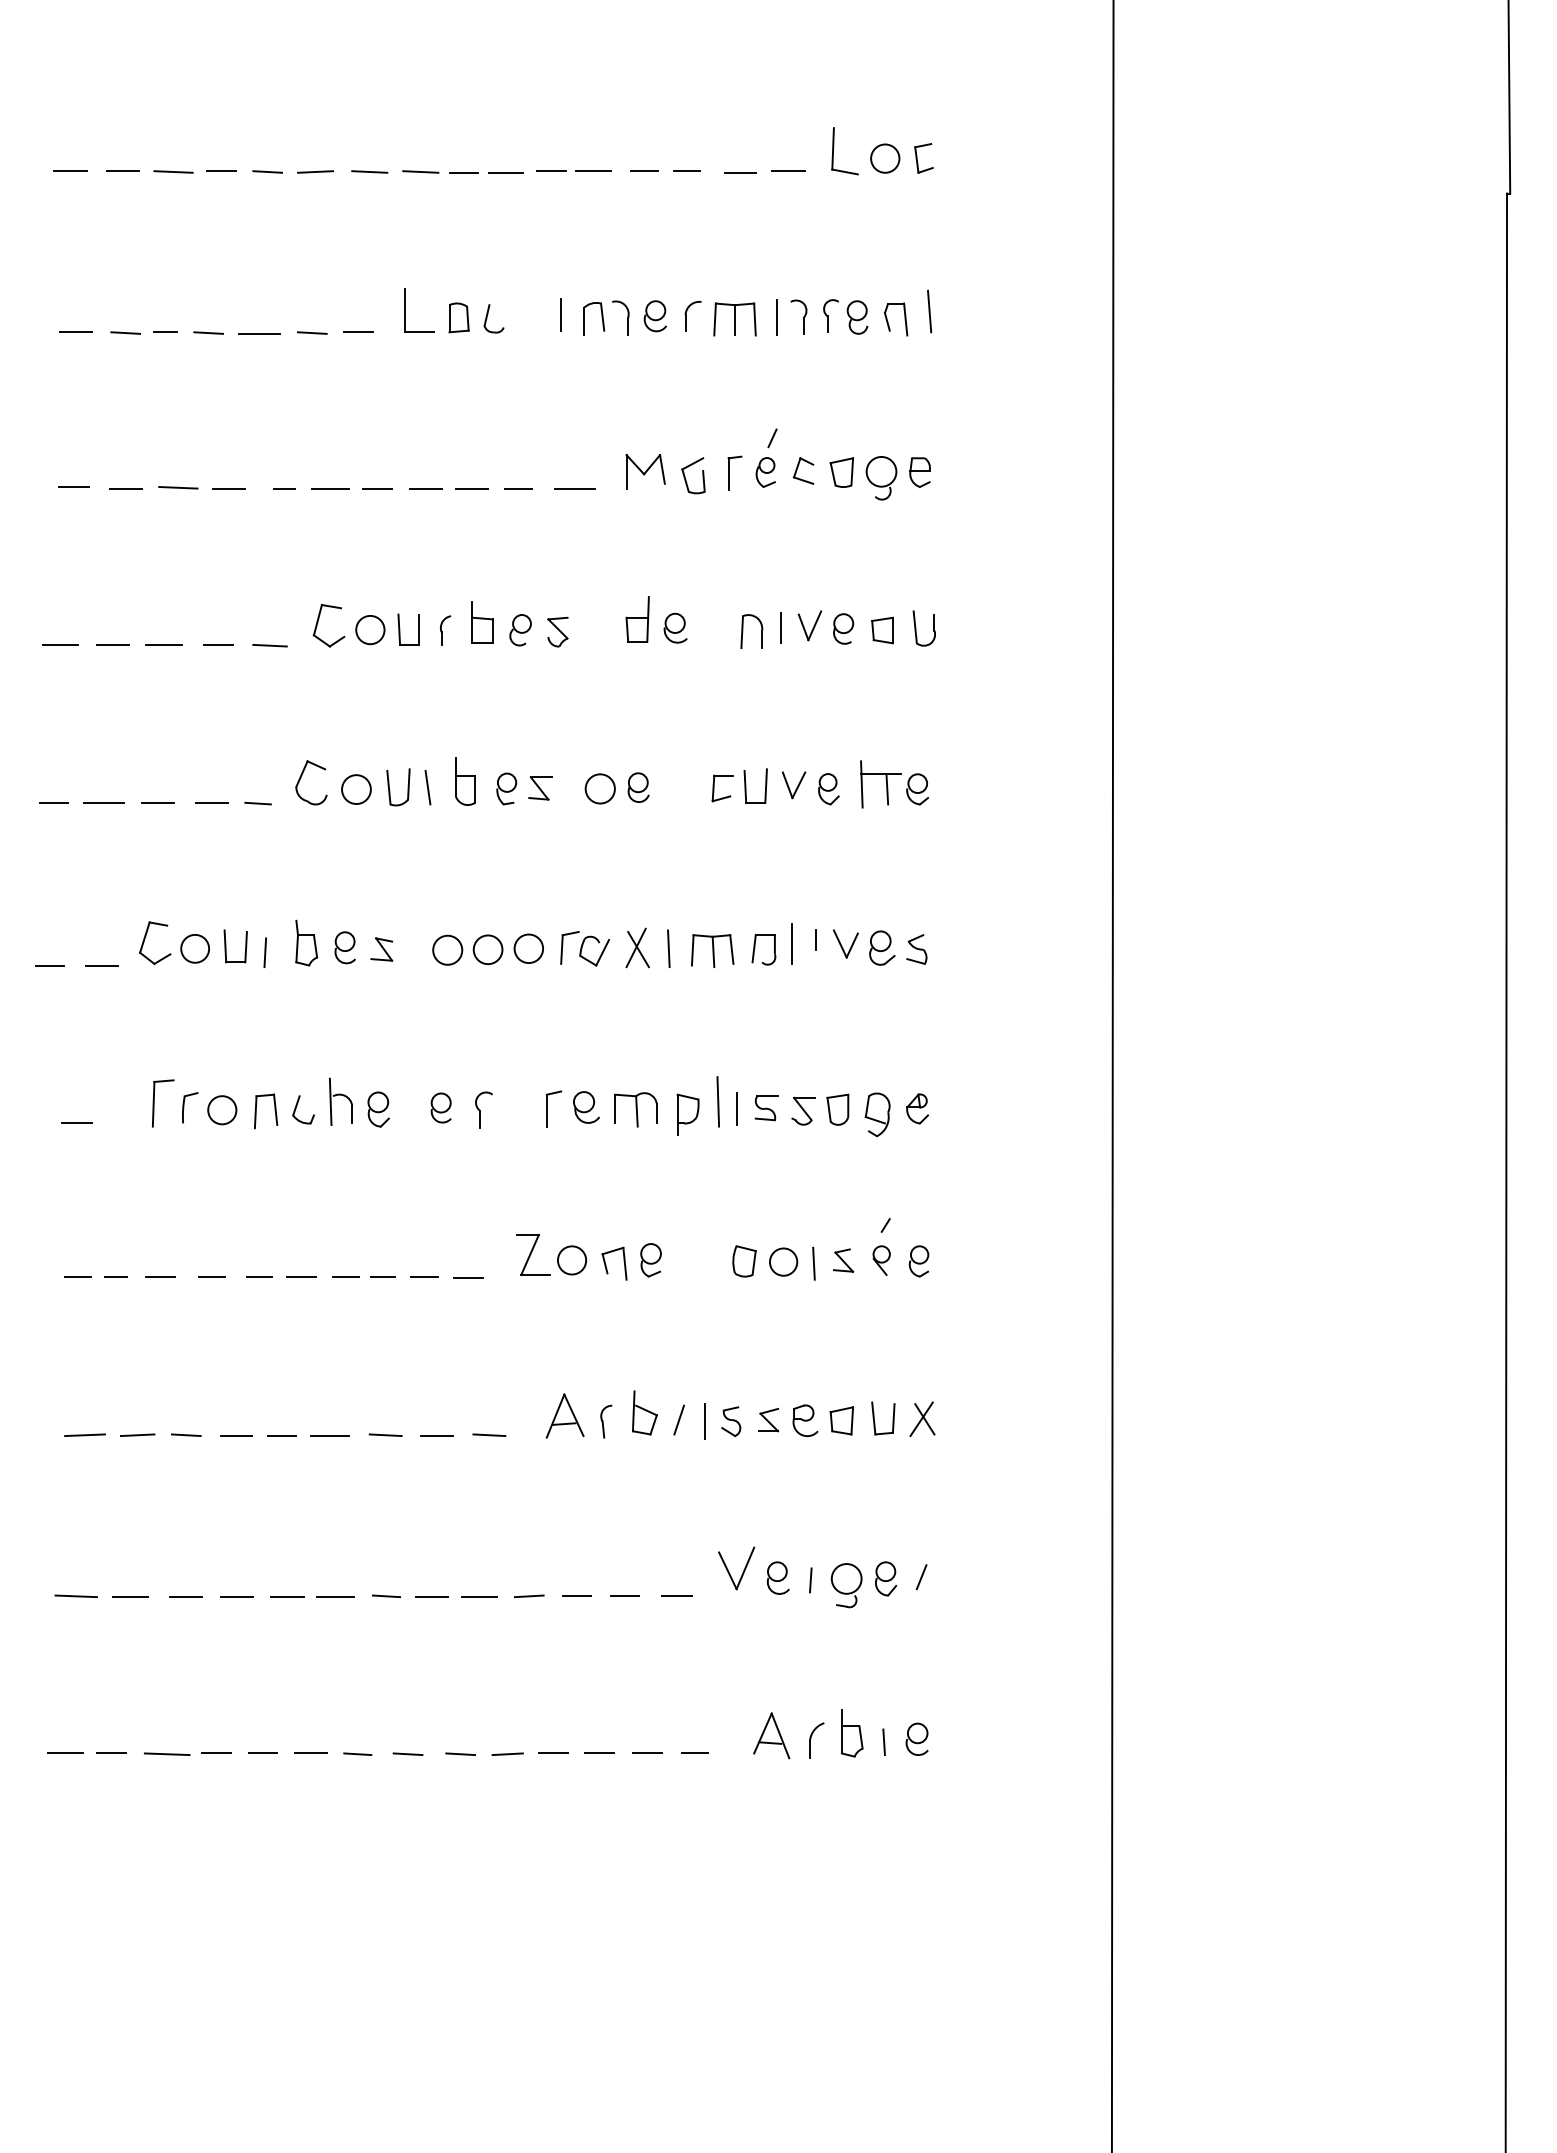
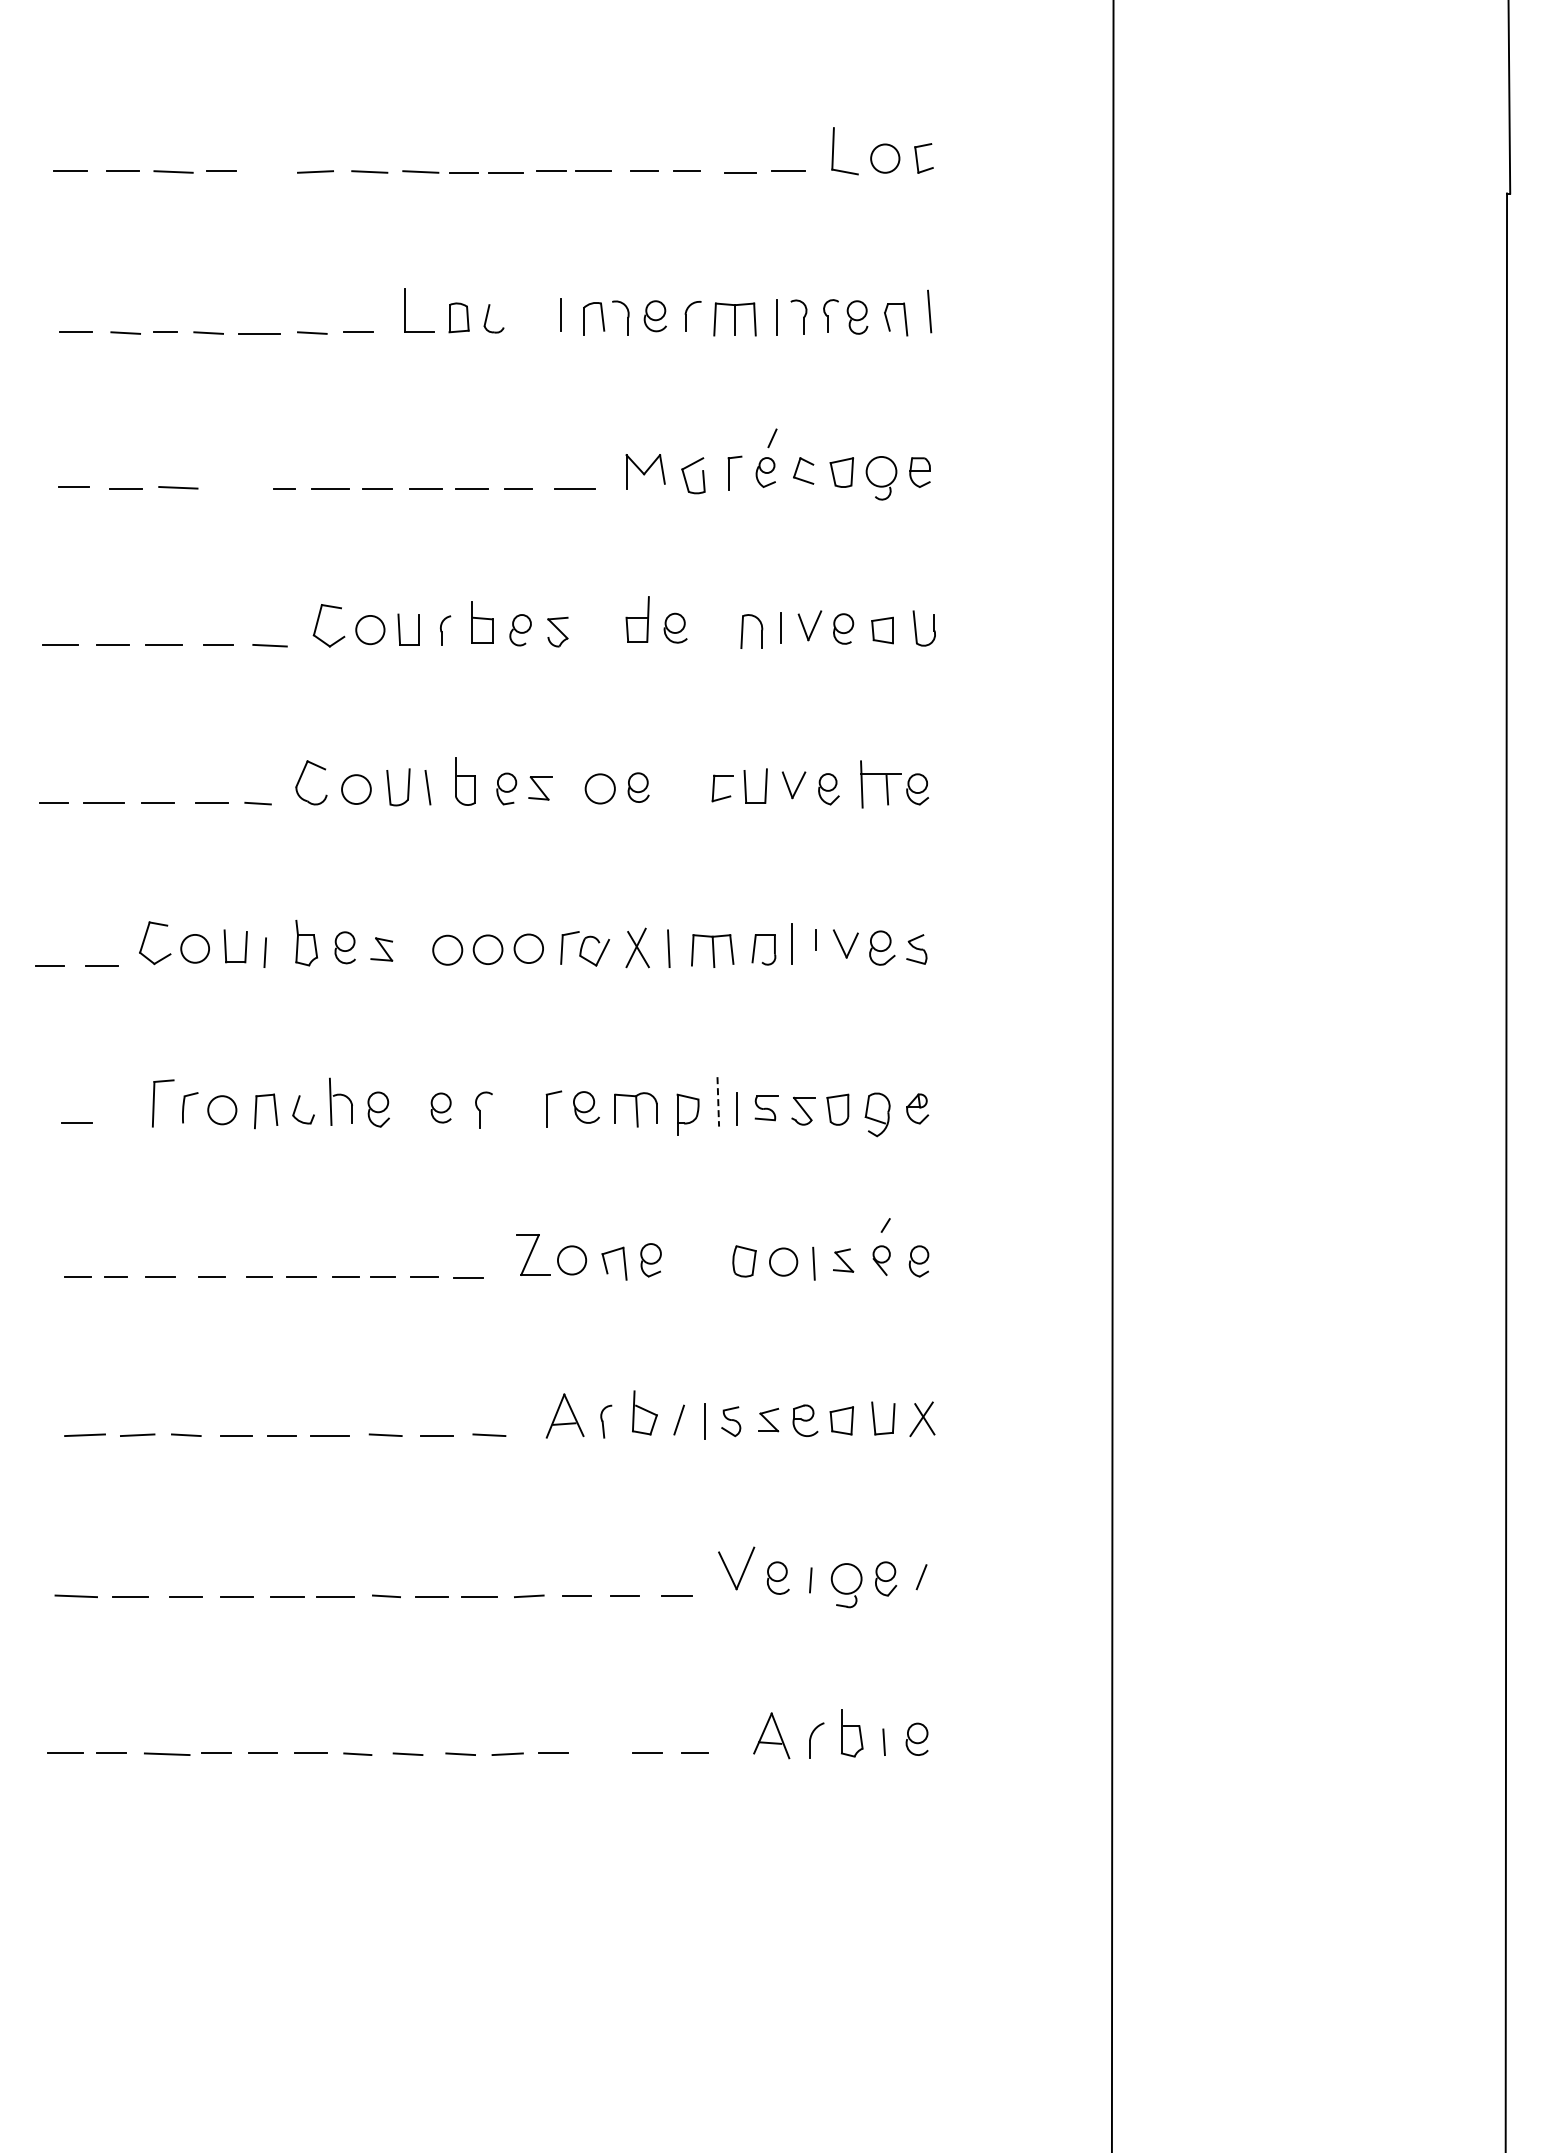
line at (267, 171): present -> none
line at (228, 488): present -> none
line at (718, 1101): solid -> dashed
line at (599, 1753): present -> none
